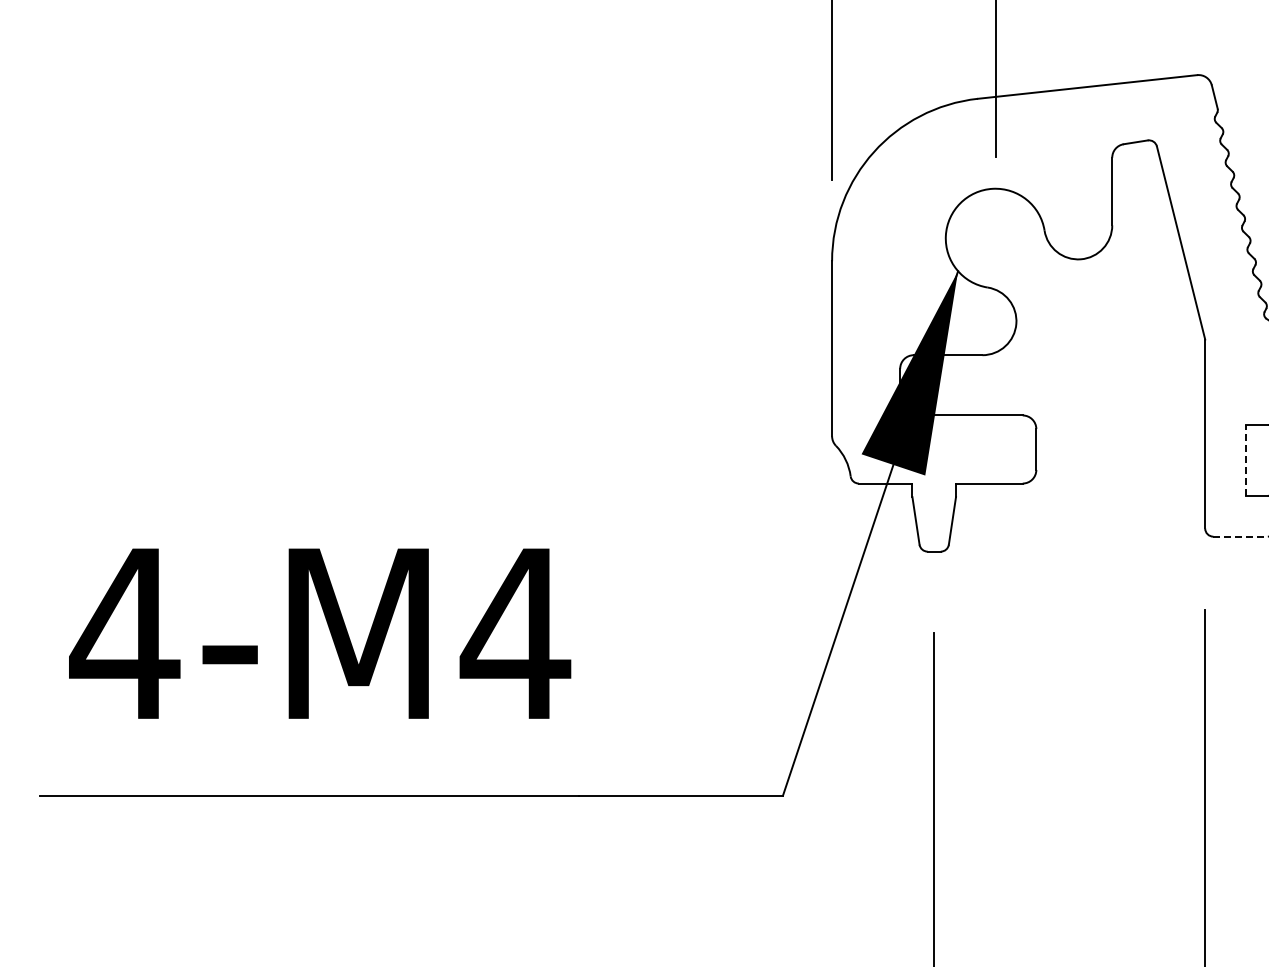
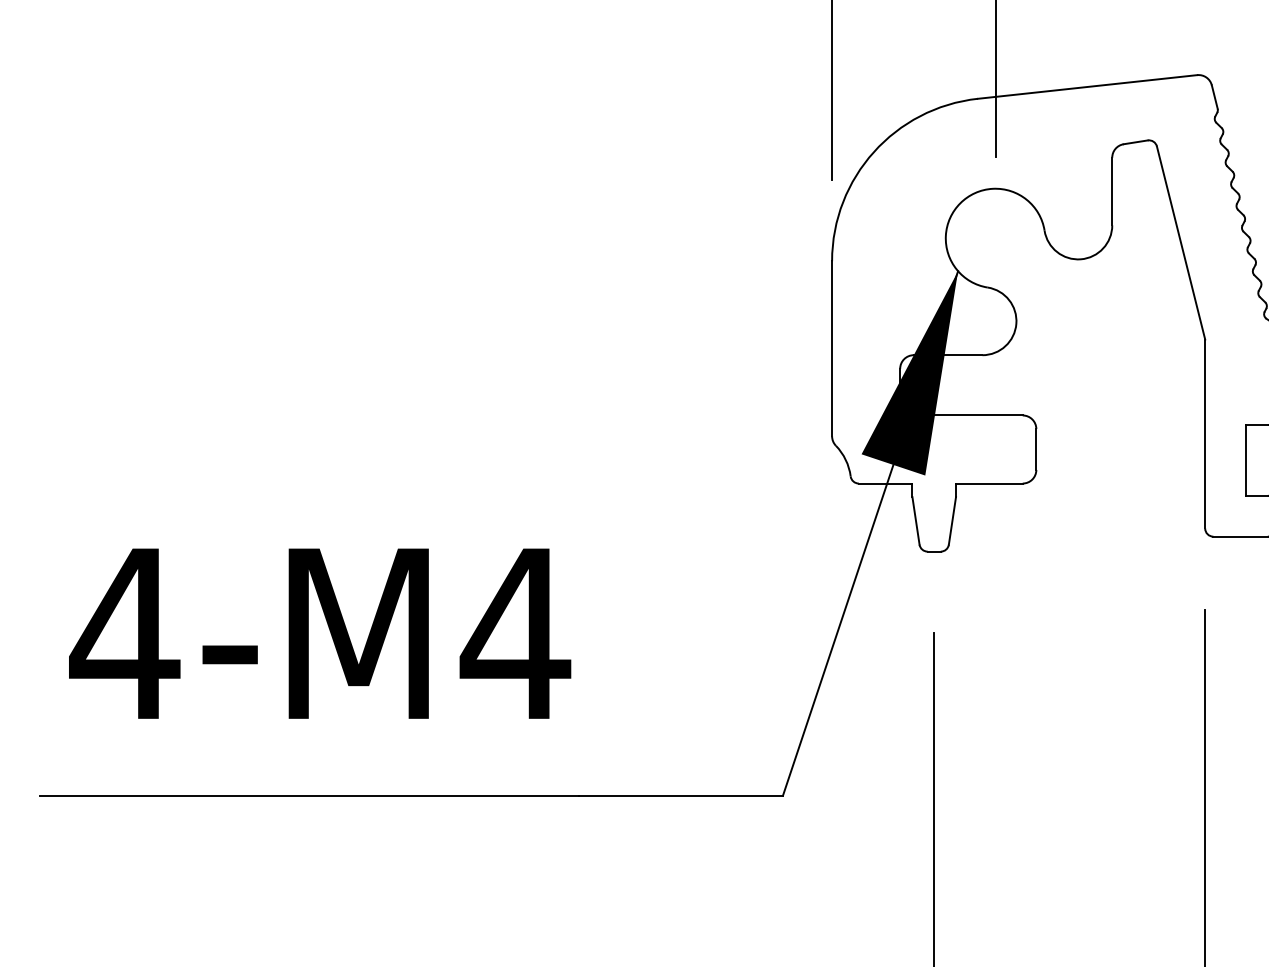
line at (1246, 459): dashed -> solid
line at (1241, 536): dashed -> solid
